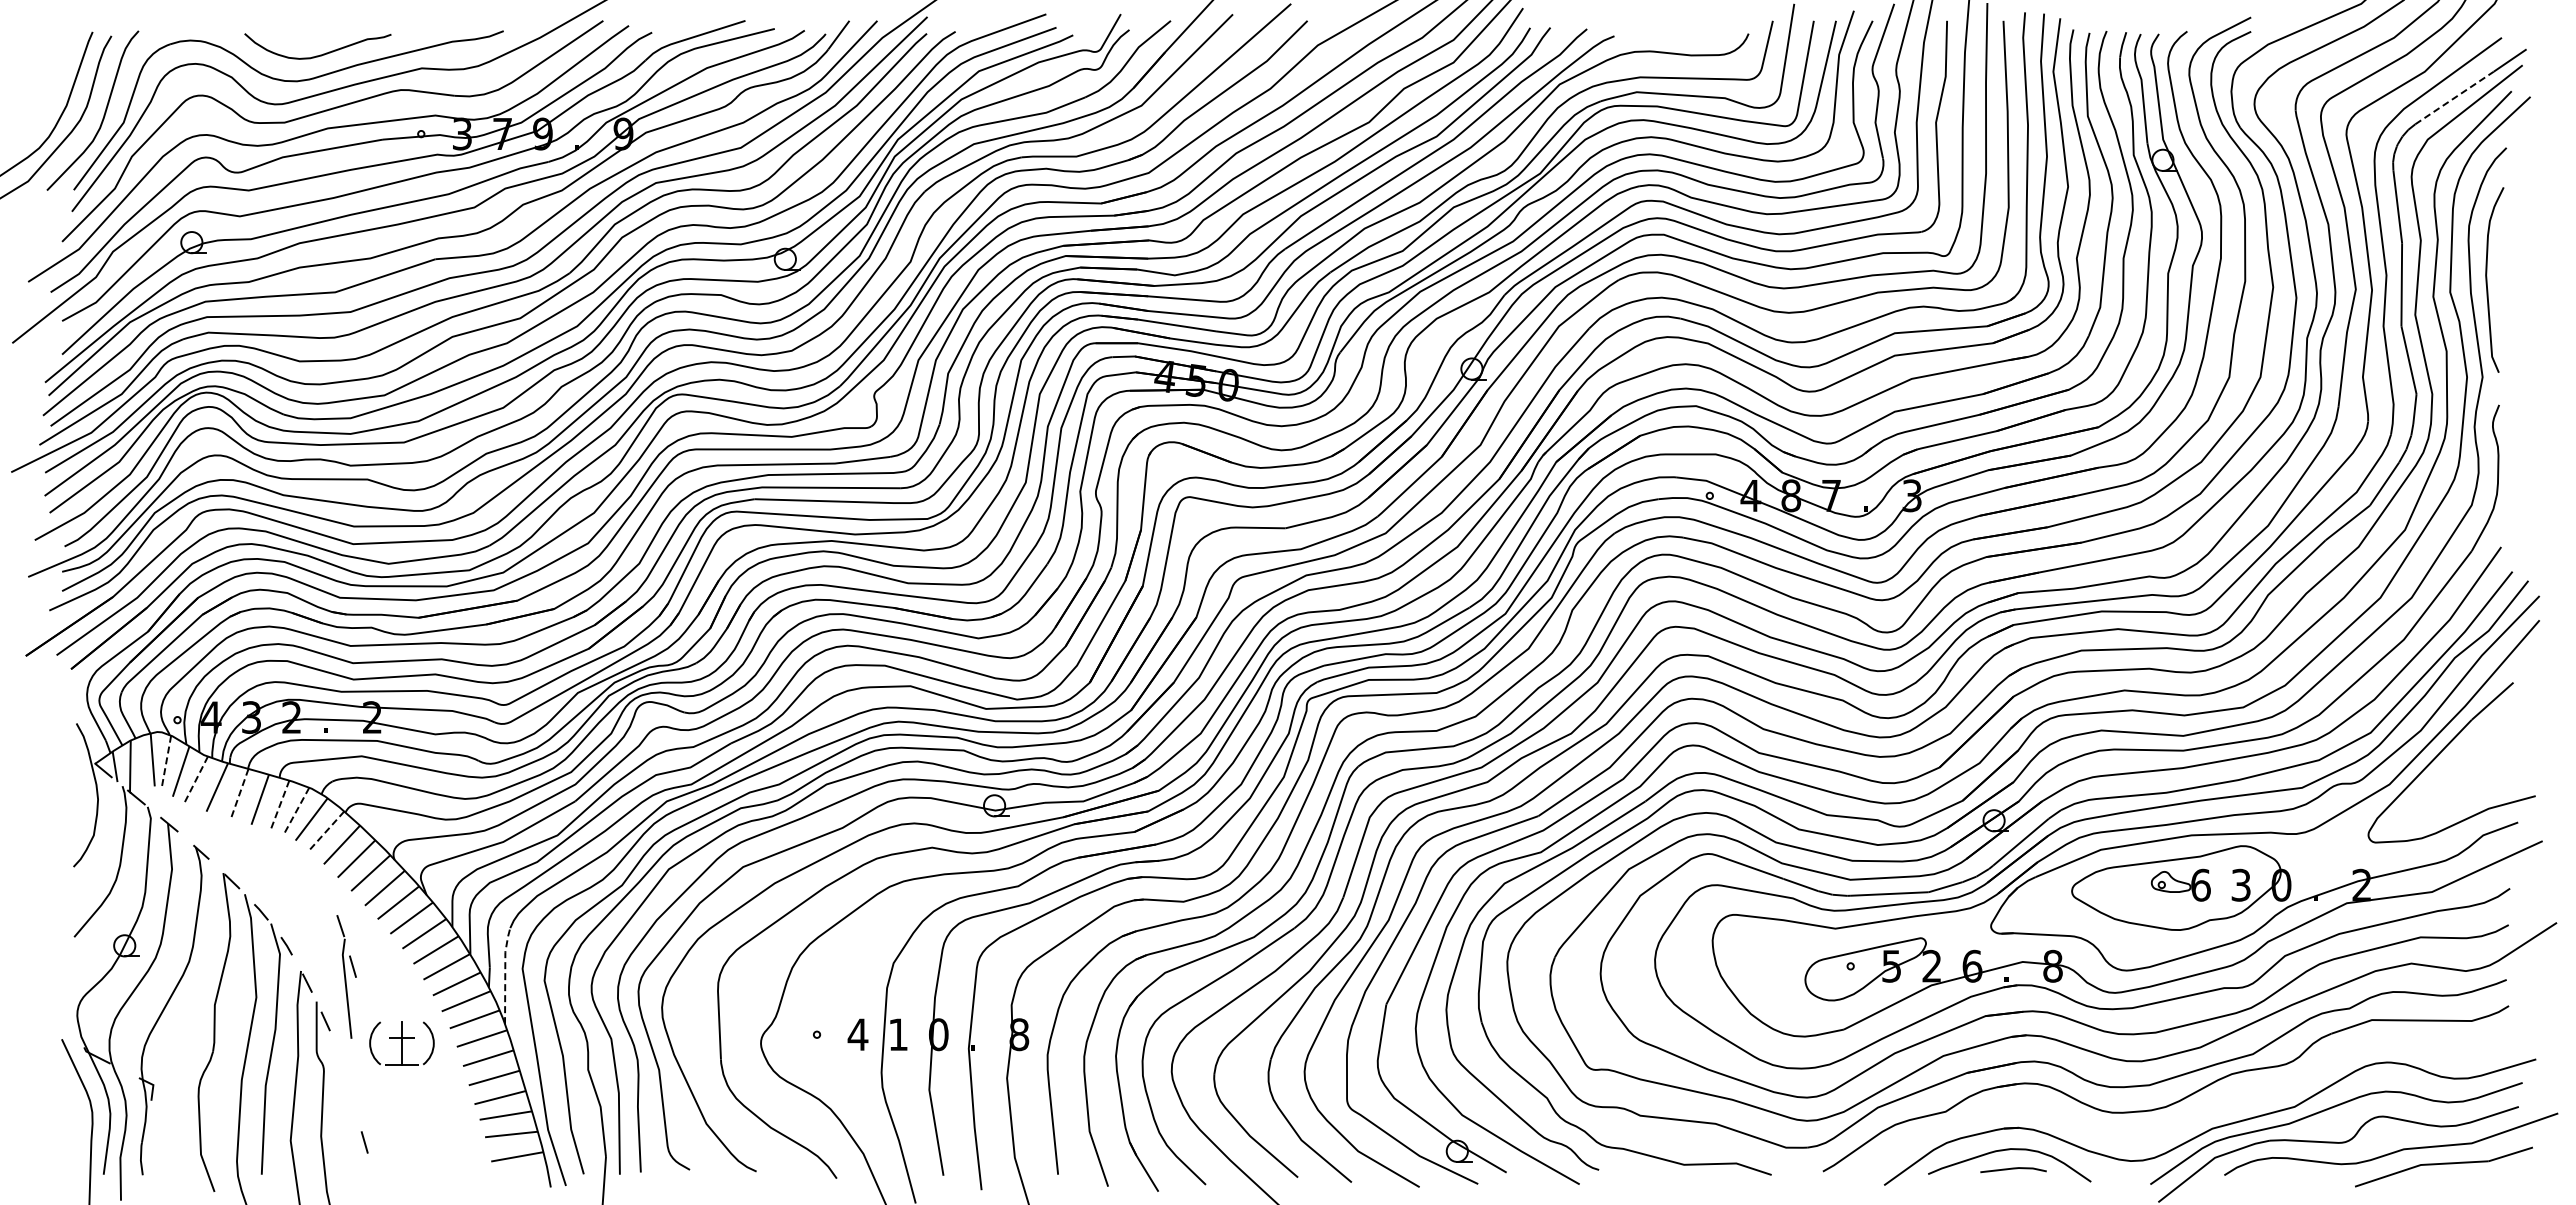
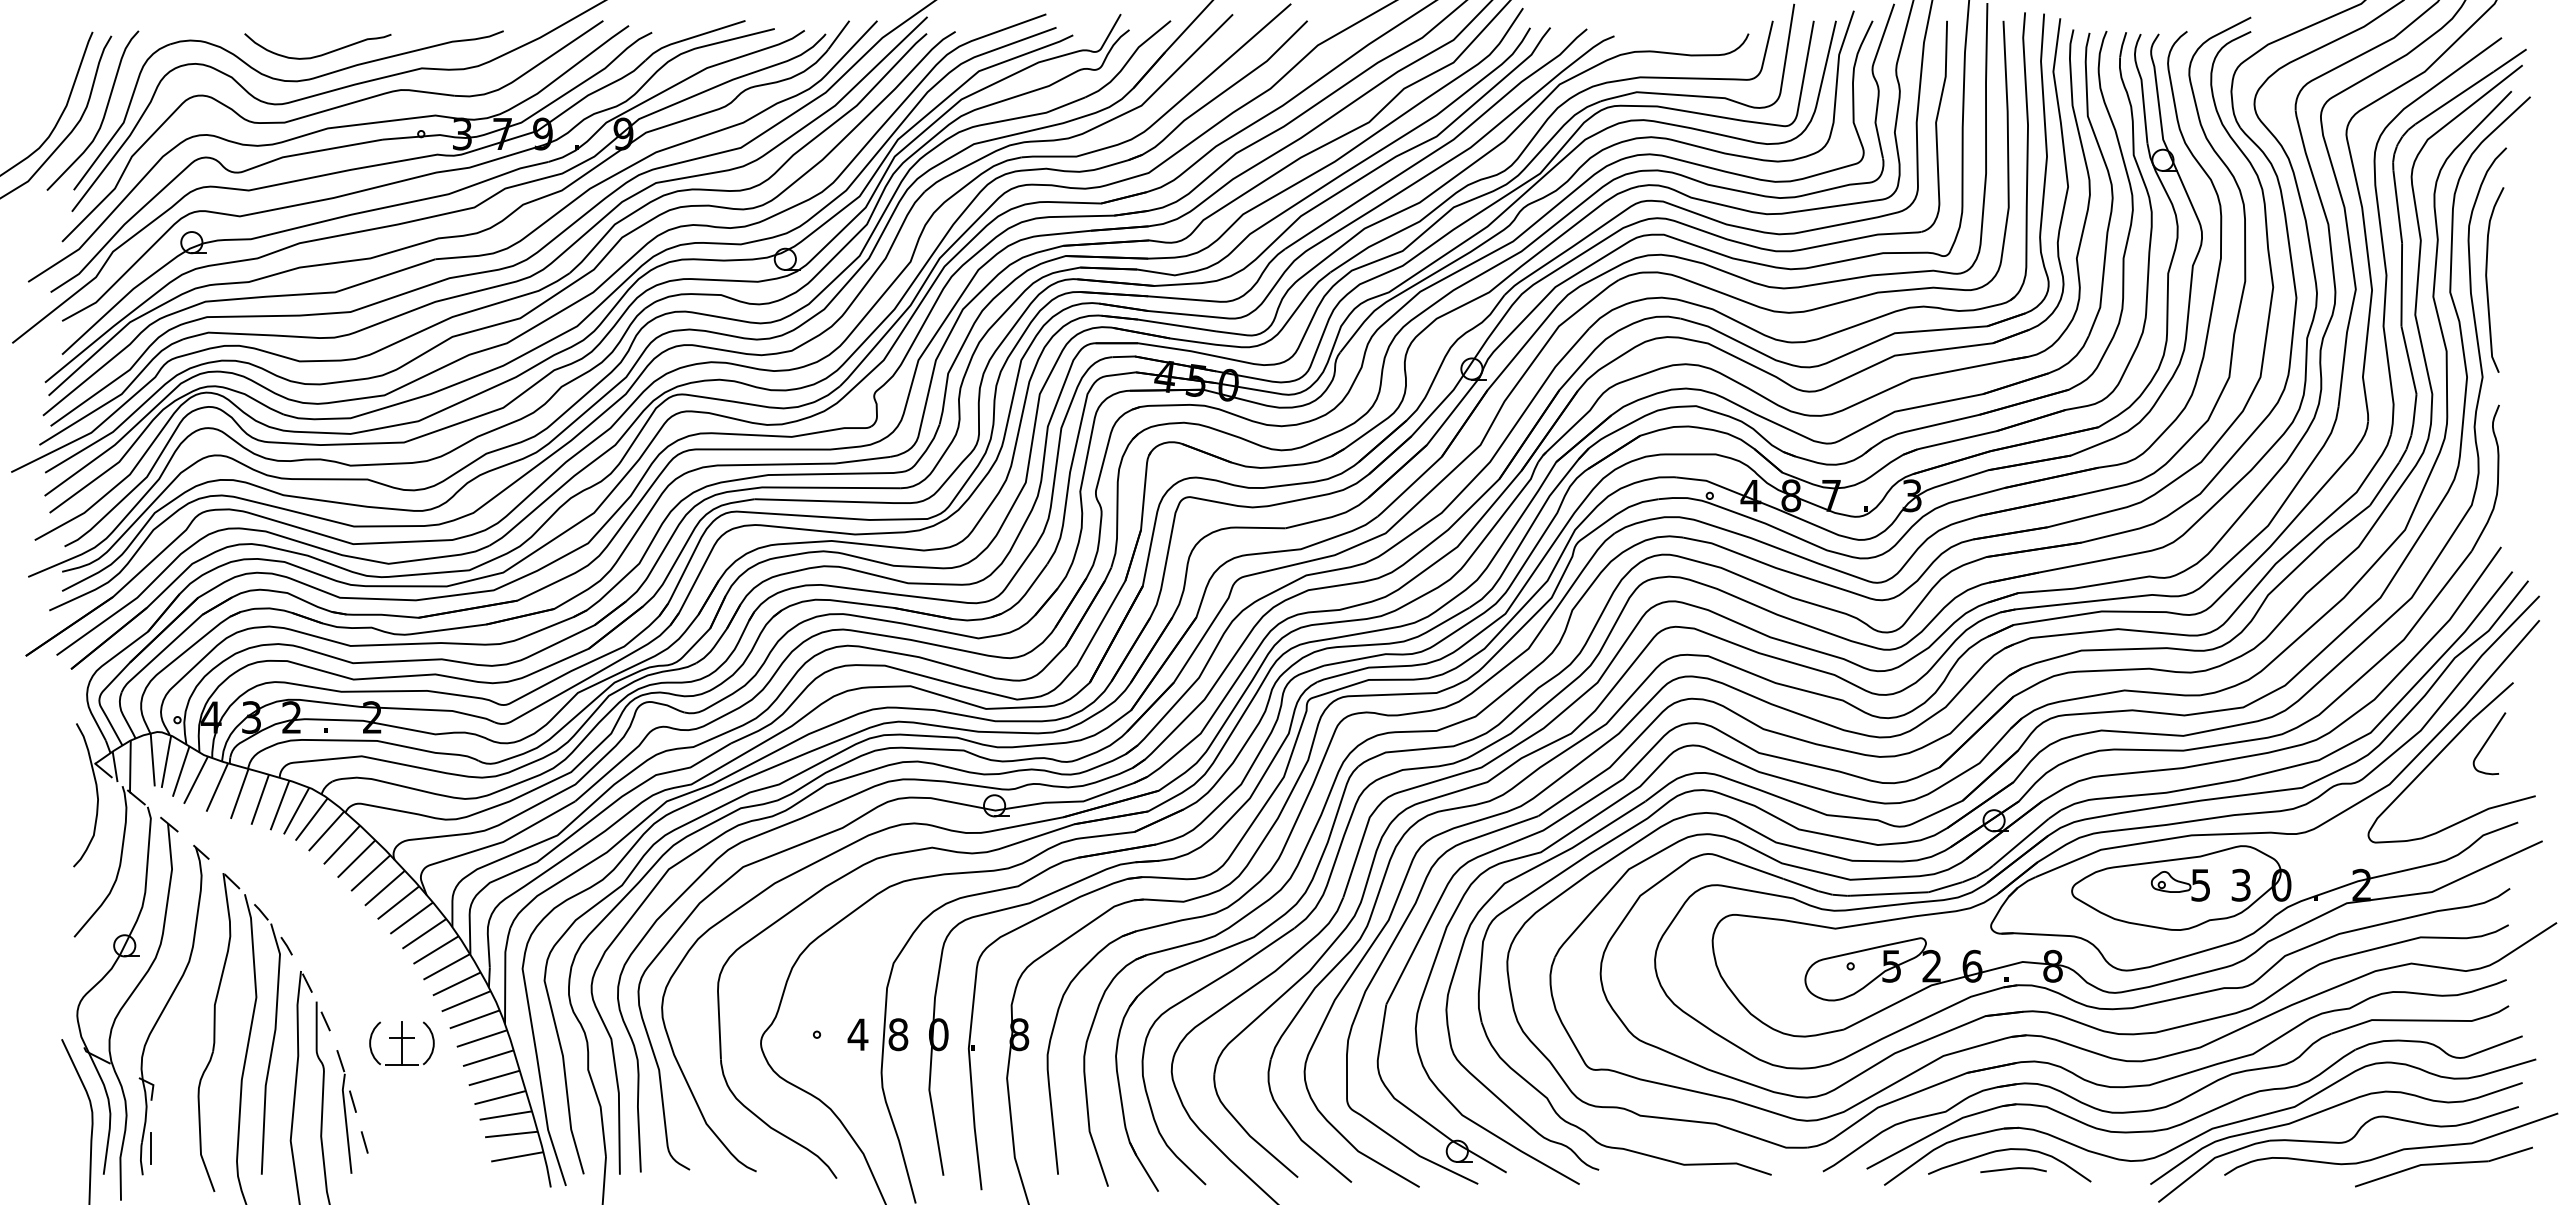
line at (2454, 97): dashed -> solid
curve at (2487, 742): none -> present
line at (166, 761): dashed -> solid
line at (195, 780): dashed -> solid
line at (239, 794): dashed -> solid
line at (279, 805): dashed -> solid
line at (296, 811): dashed -> solid
line at (326, 831): dashed -> solid
text at (2200, 884): 6 -> 5
line at (505, 973): dashed -> solid
part at (346, 976) position: (346, 976) -> (346, 1111)
text at (898, 1034): 1 -> 8
part at (2200, 1114): none -> present
line at (151, 1148): none -> present
